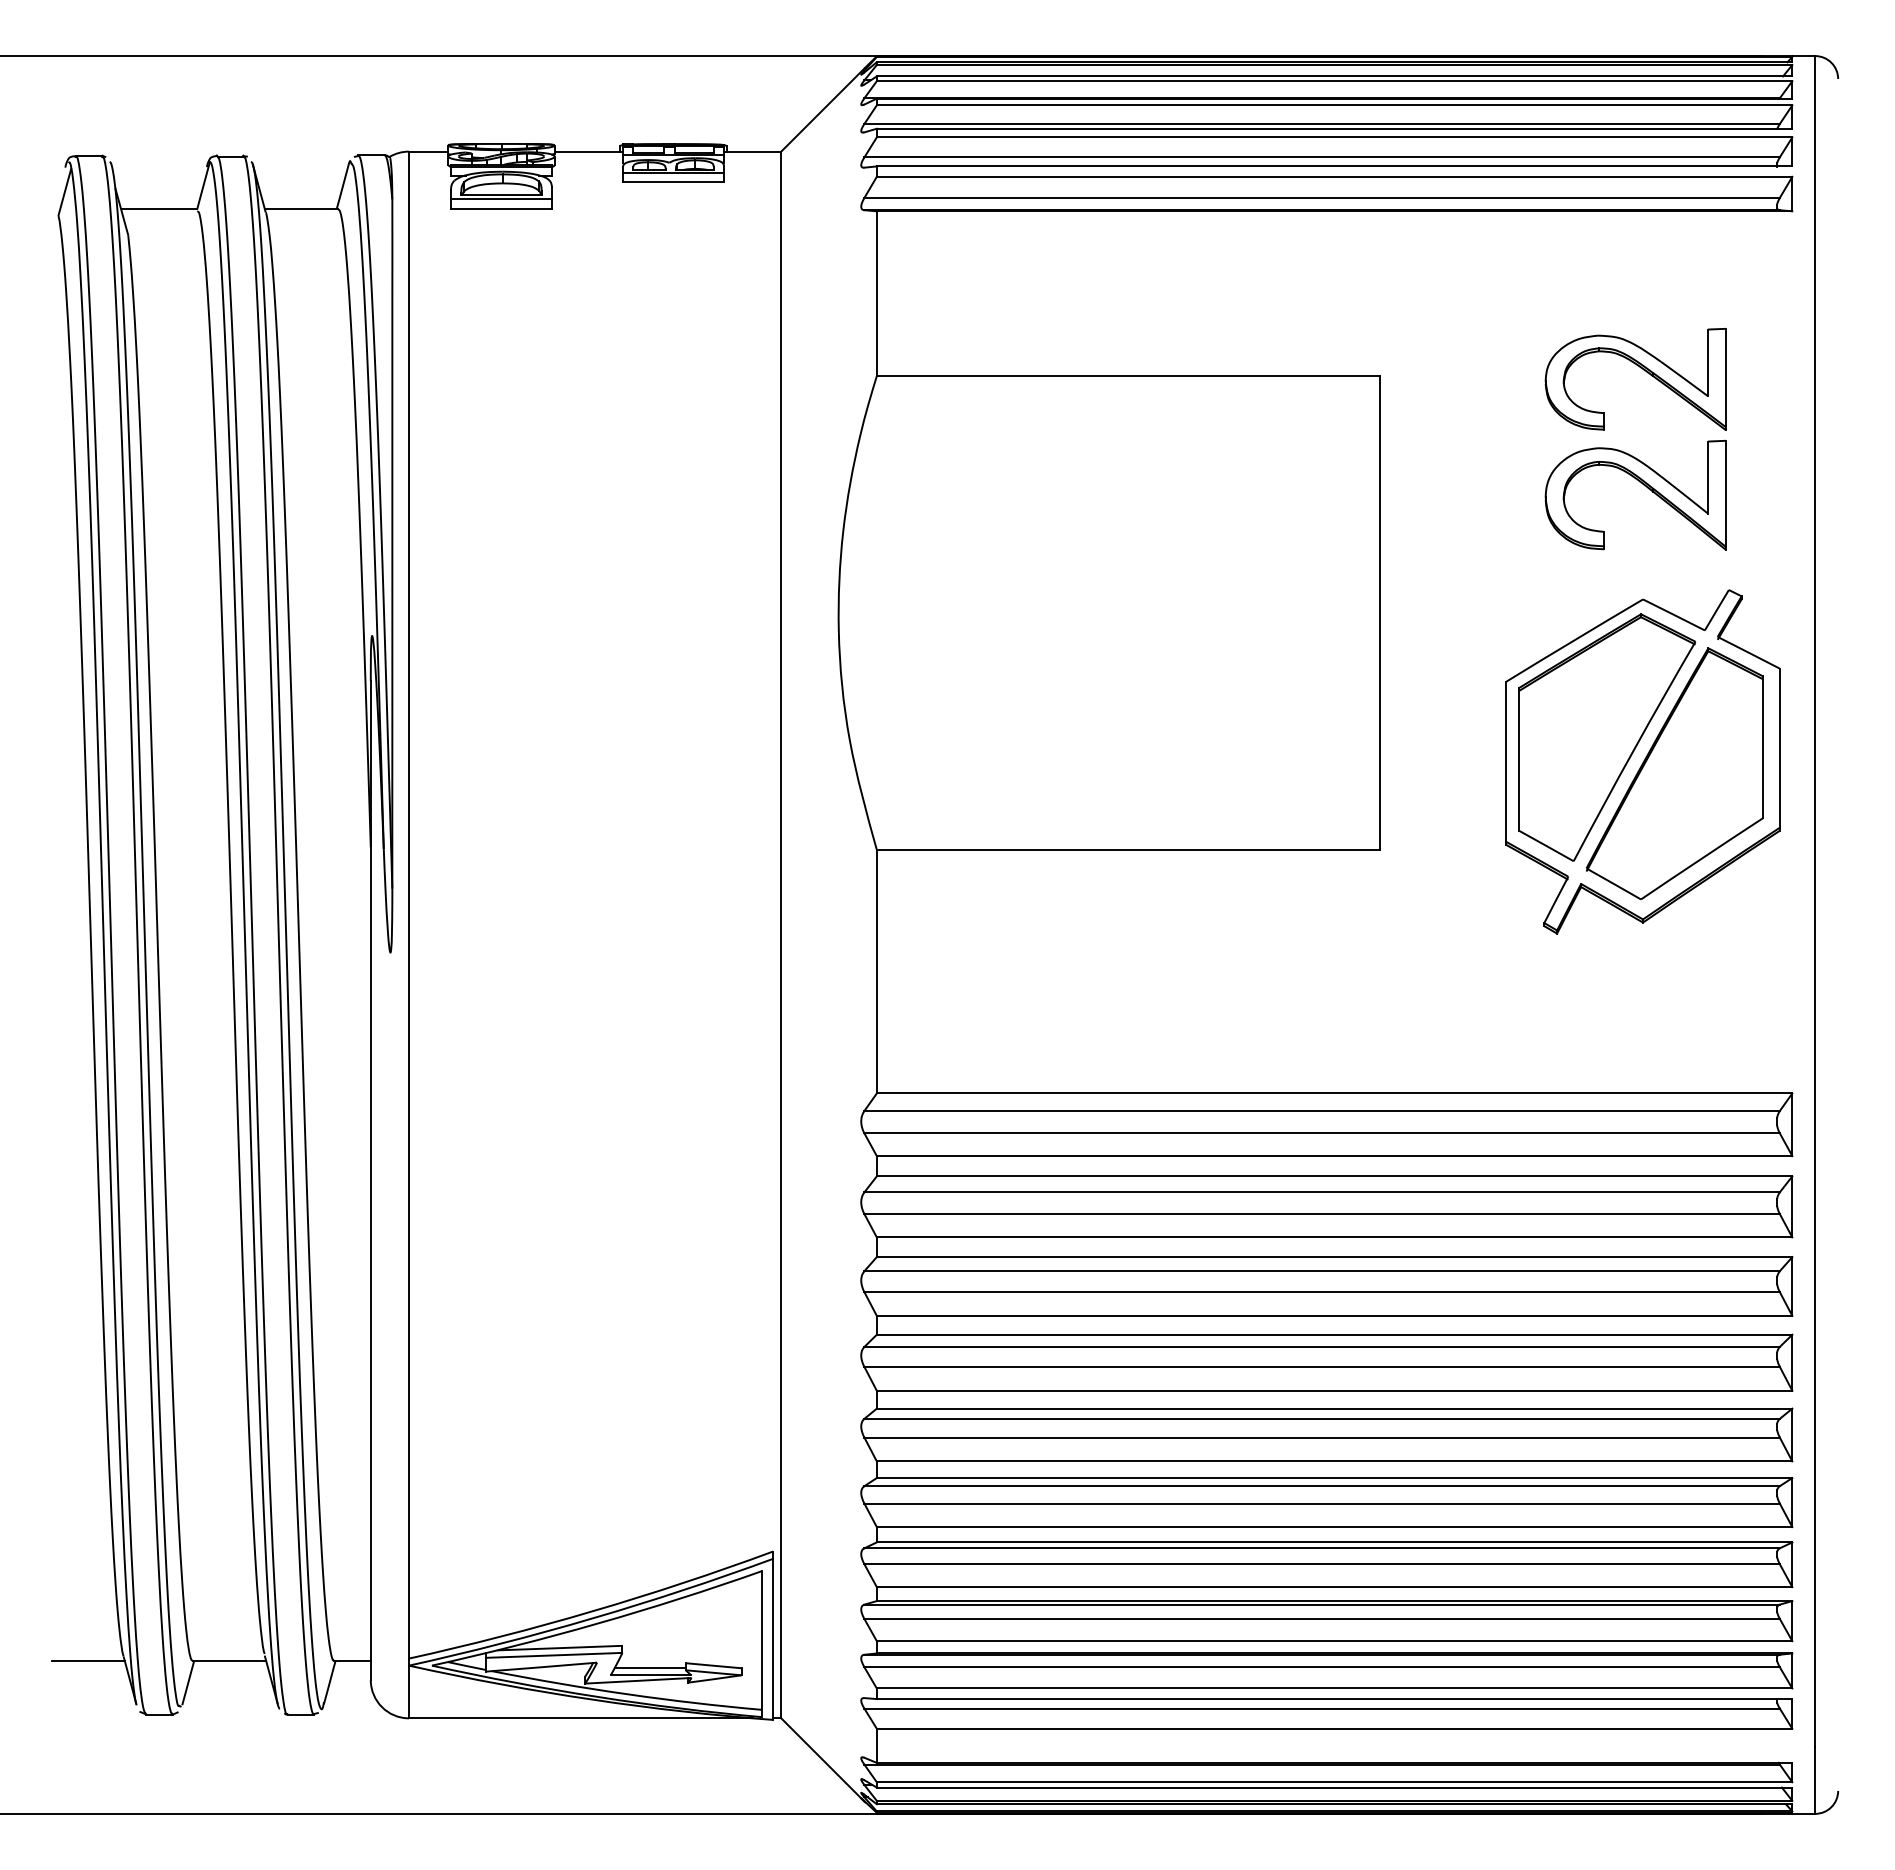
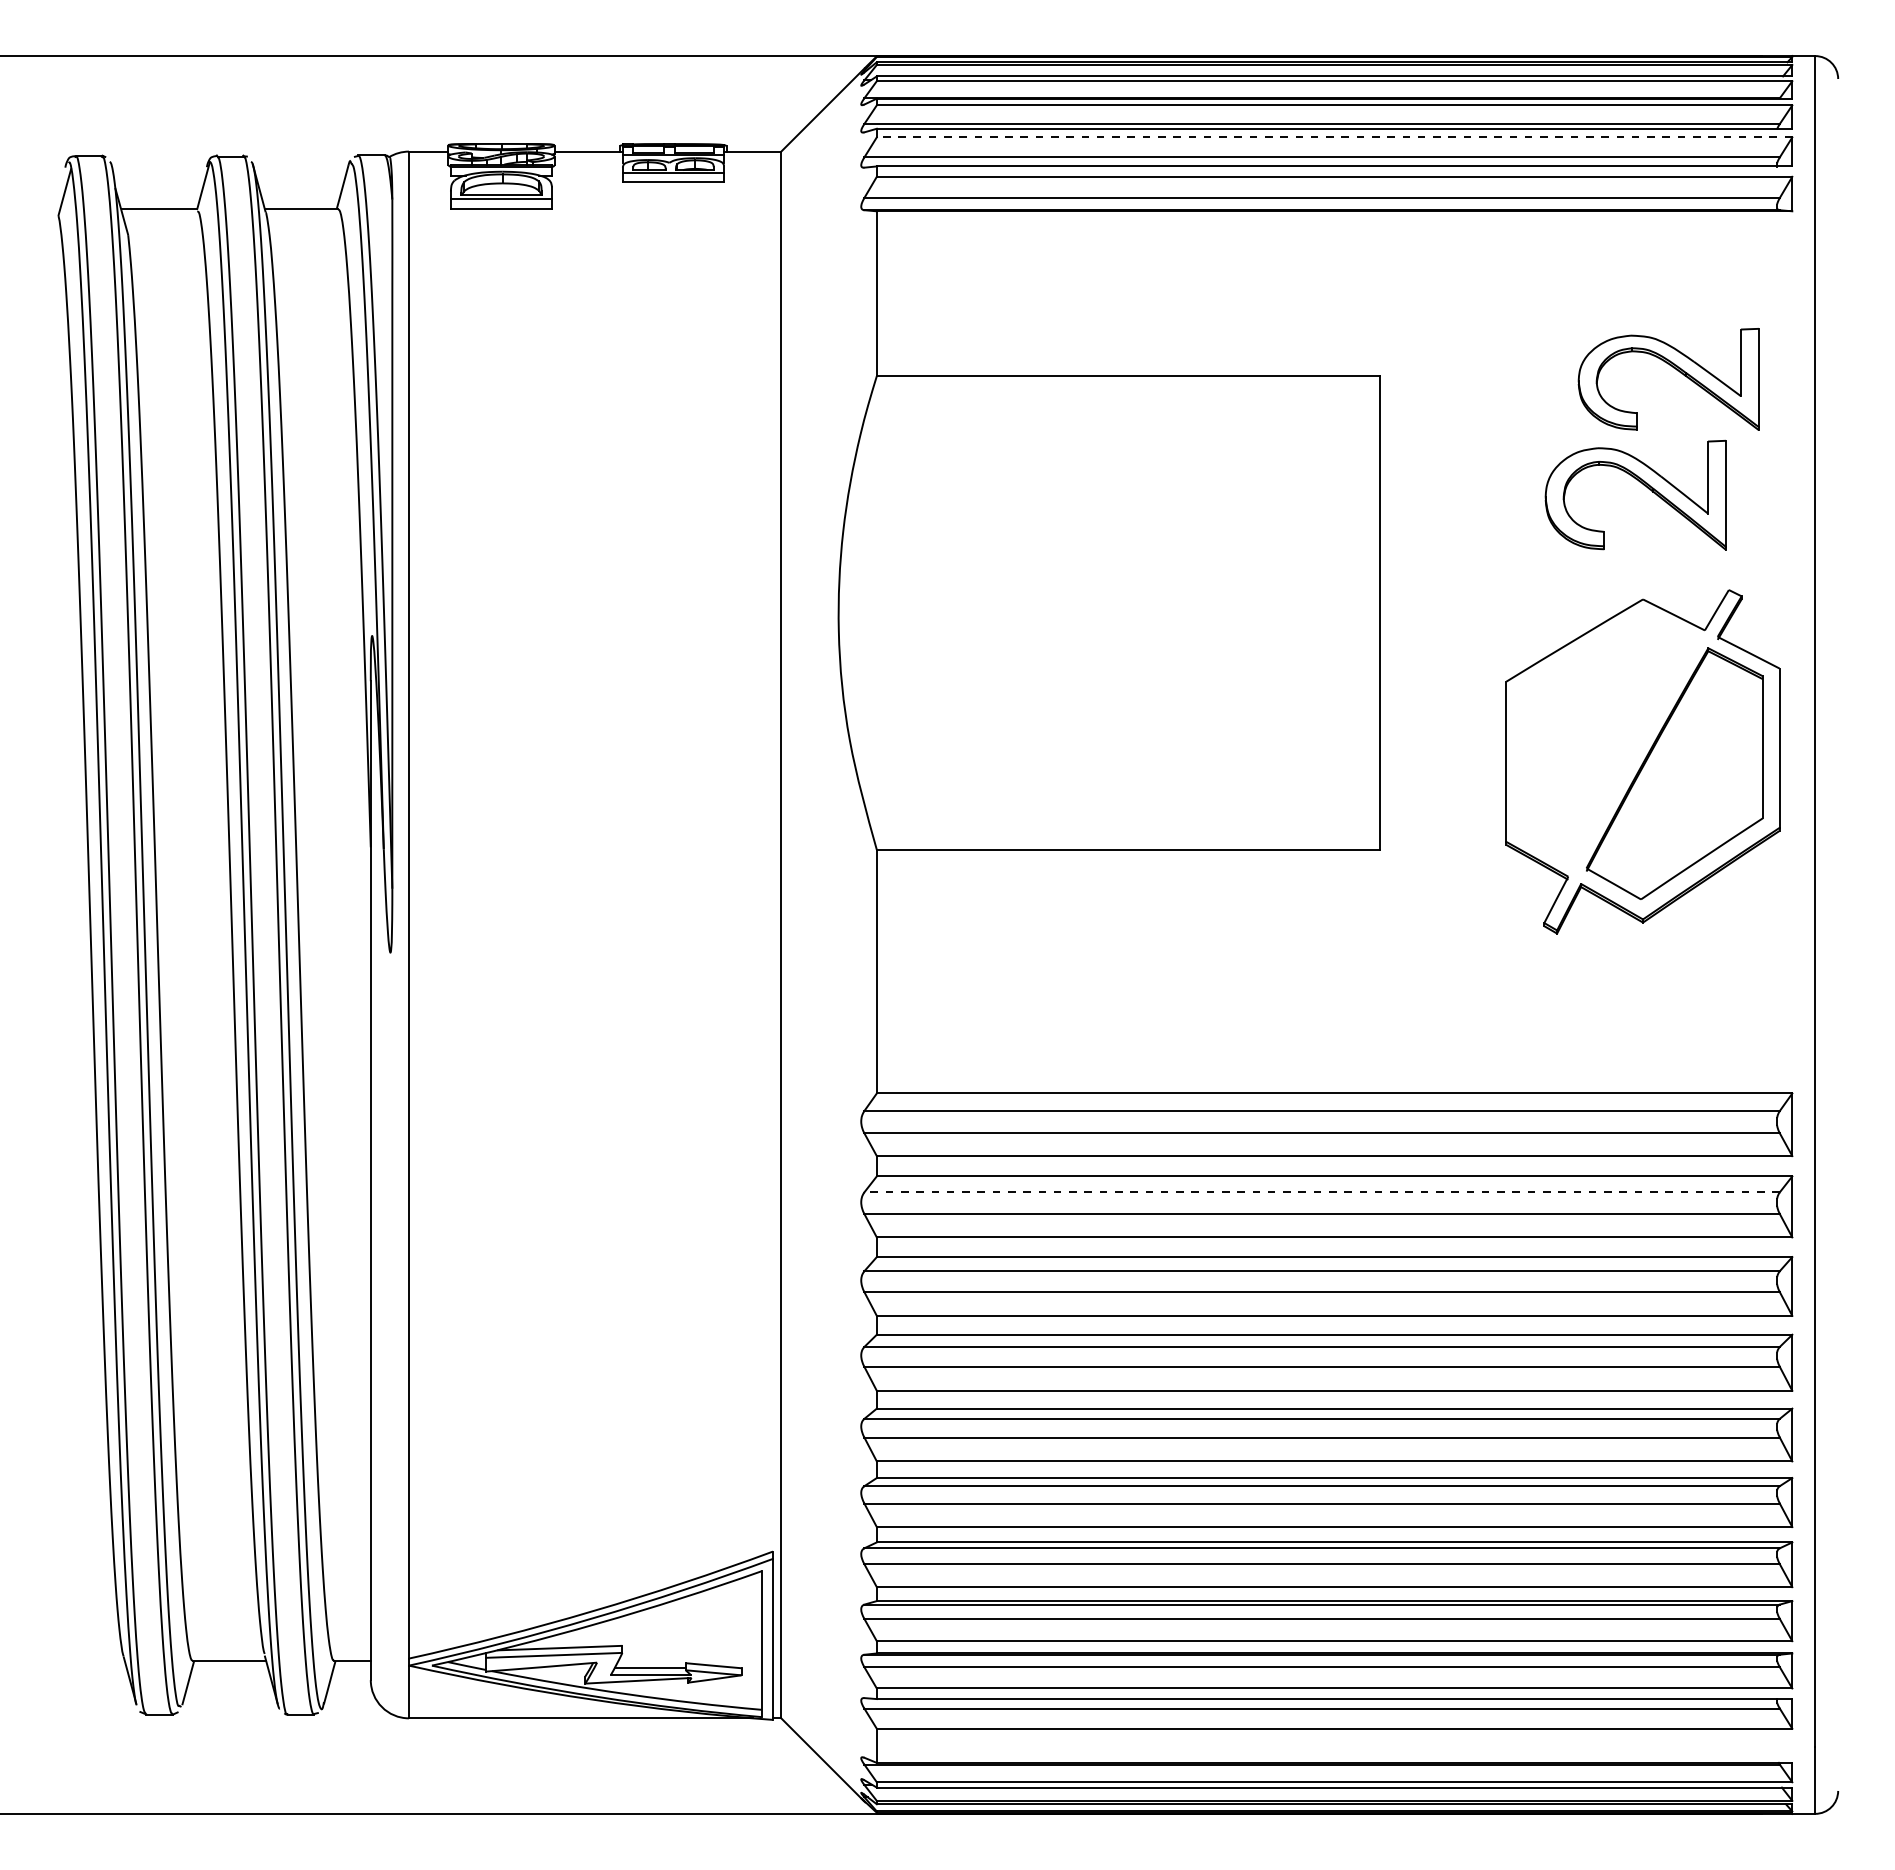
line at (1334, 137): solid -> dashed
part at (1643, 370) position: (1643, 370) -> (1676, 370)
part at (1607, 737): present -> none
line at (1322, 1192): solid -> dashed
line at (87, 1661): present -> none
